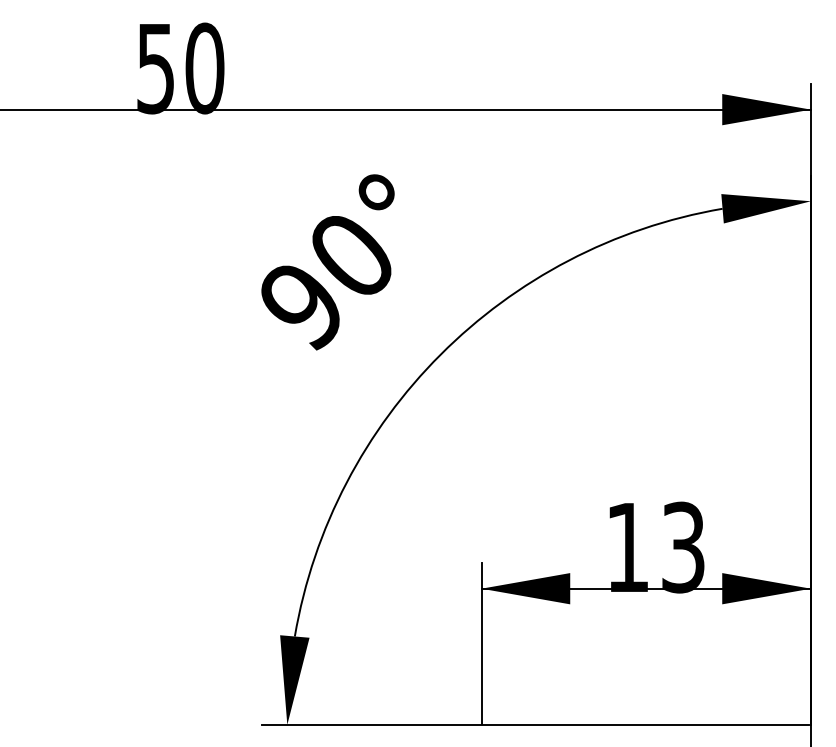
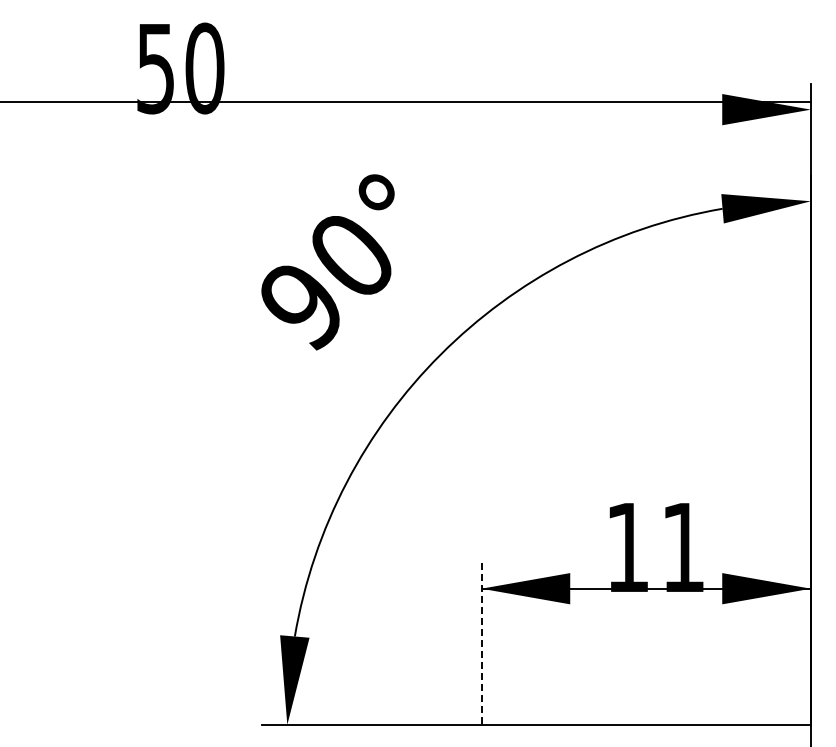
line at (406, 109) position: (406, 109) -> (406, 101)
text at (683, 547): 13 -> 11
line at (481, 643): solid -> dashed
